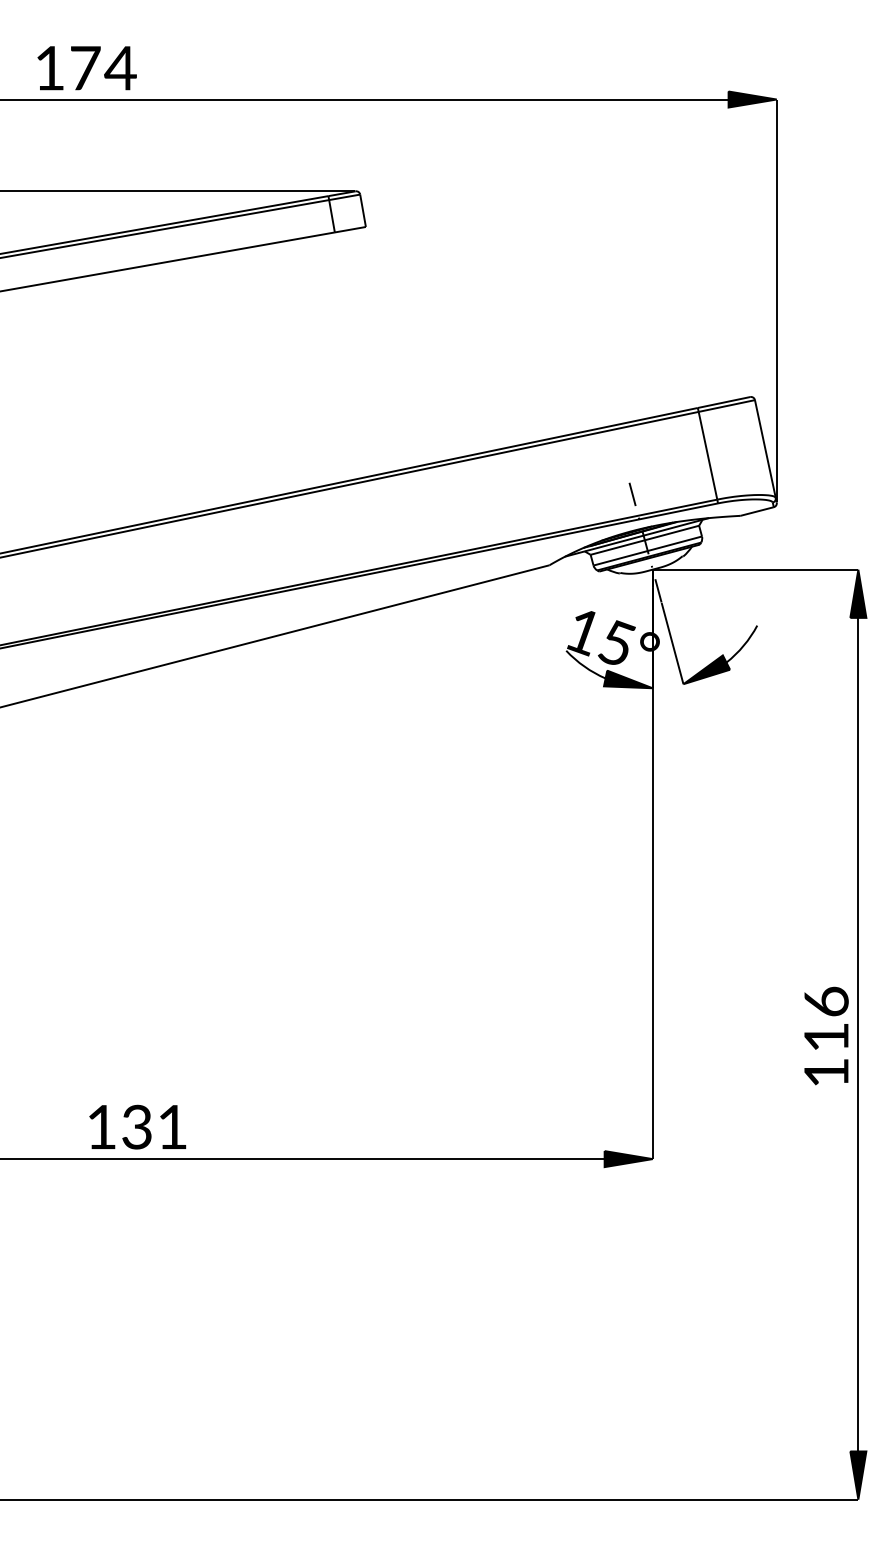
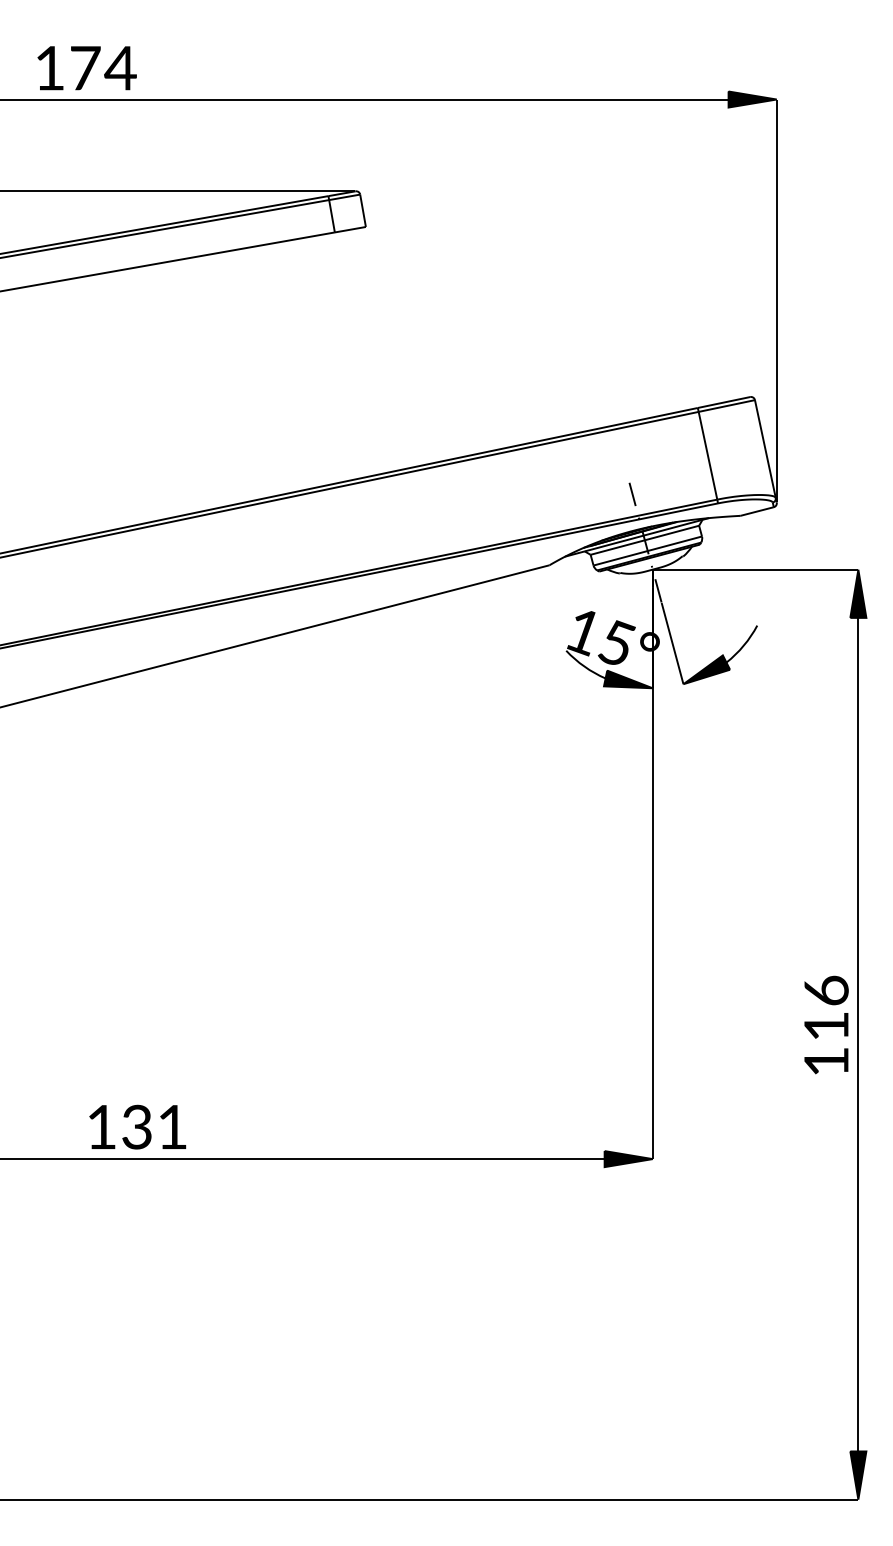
text at (826, 1035) position: (826, 1035) -> (826, 1024)
